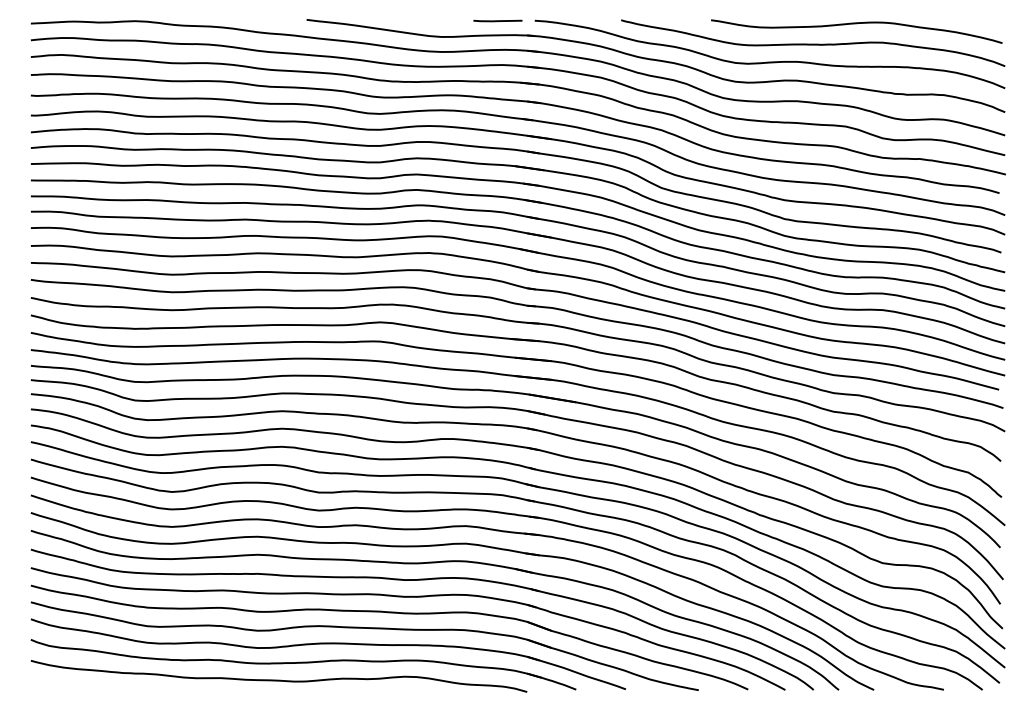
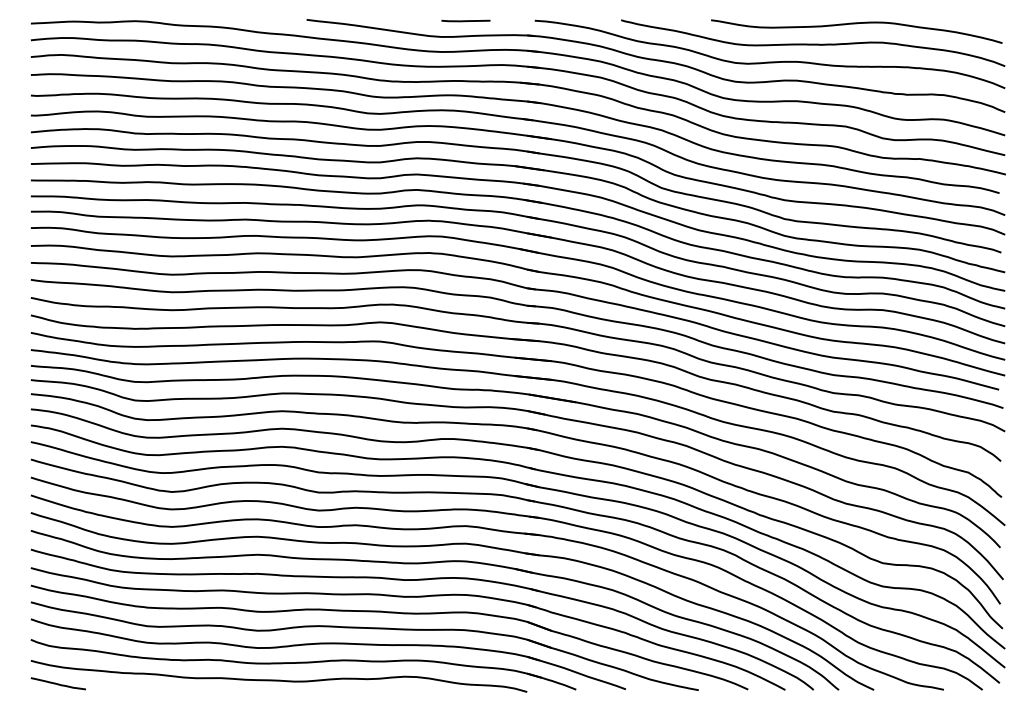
line at (497, 20) position: (497, 20) -> (465, 20)
line at (57, 683): none -> present
